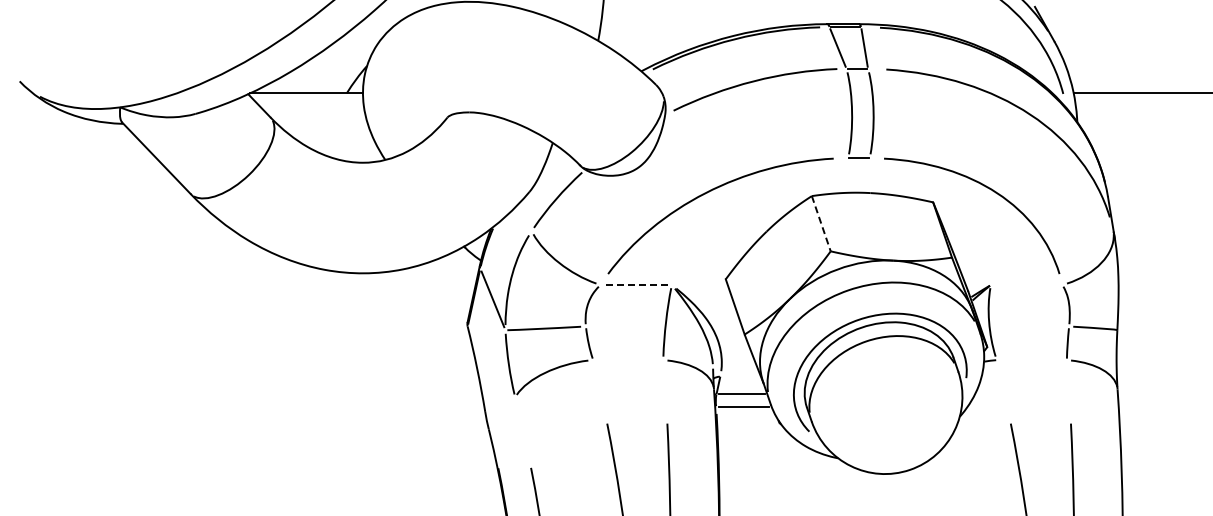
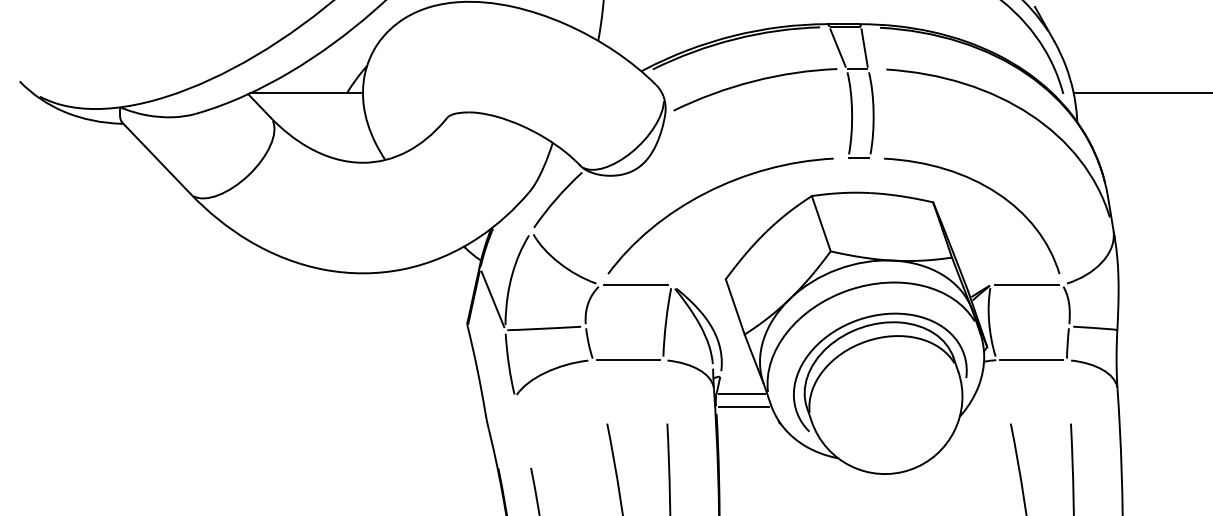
line at (821, 224): dashed -> solid
line at (635, 284): dashed -> solid
line at (1026, 284): none -> present
line at (627, 360): none -> present
line at (1031, 360): none -> present
